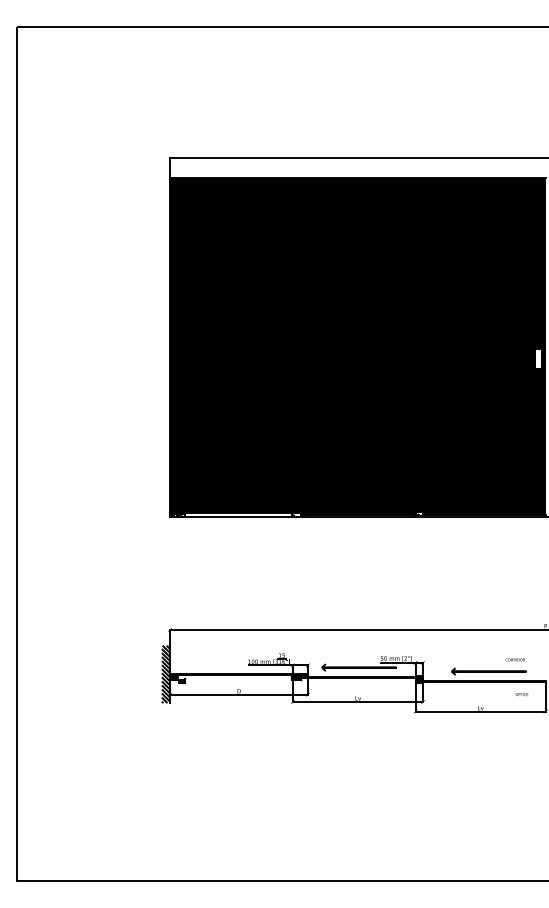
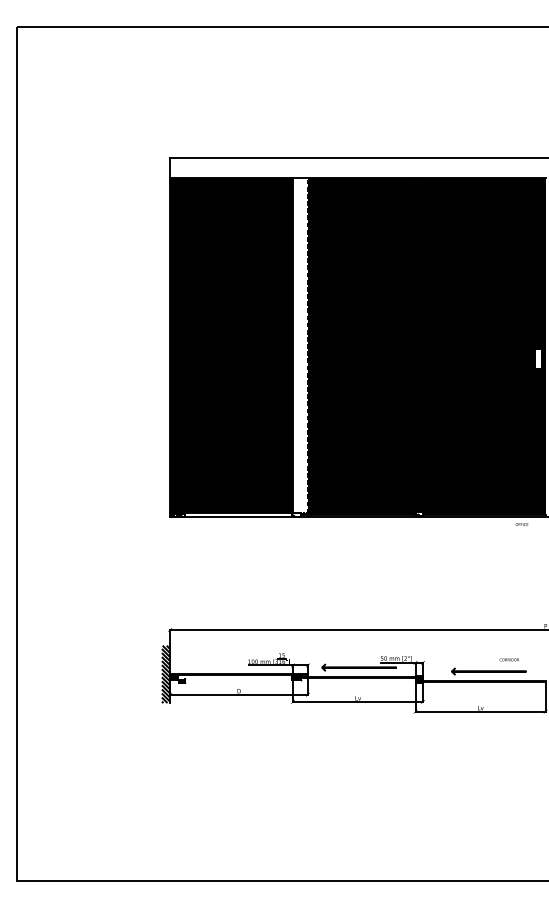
fill at (300, 345): present -> none
text at (514, 659) position: (514, 659) -> (508, 659)
text at (521, 694) position: (521, 694) -> (521, 524)
